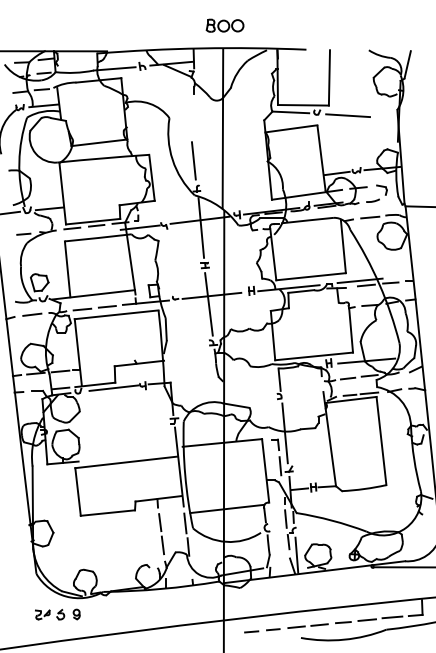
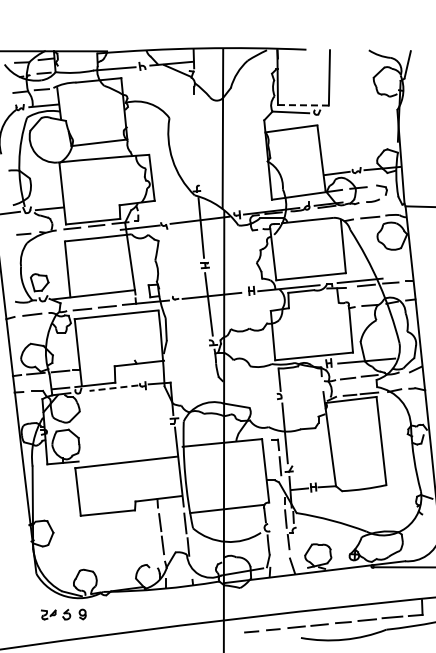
part at (224, 25): present -> none
line at (303, 105): solid -> dashed
line at (347, 115): present -> none
line at (193, 160): present -> none
line at (113, 388): solid -> dashed
line at (296, 554): present -> none
part at (57, 614) position: (57, 614) -> (63, 614)
